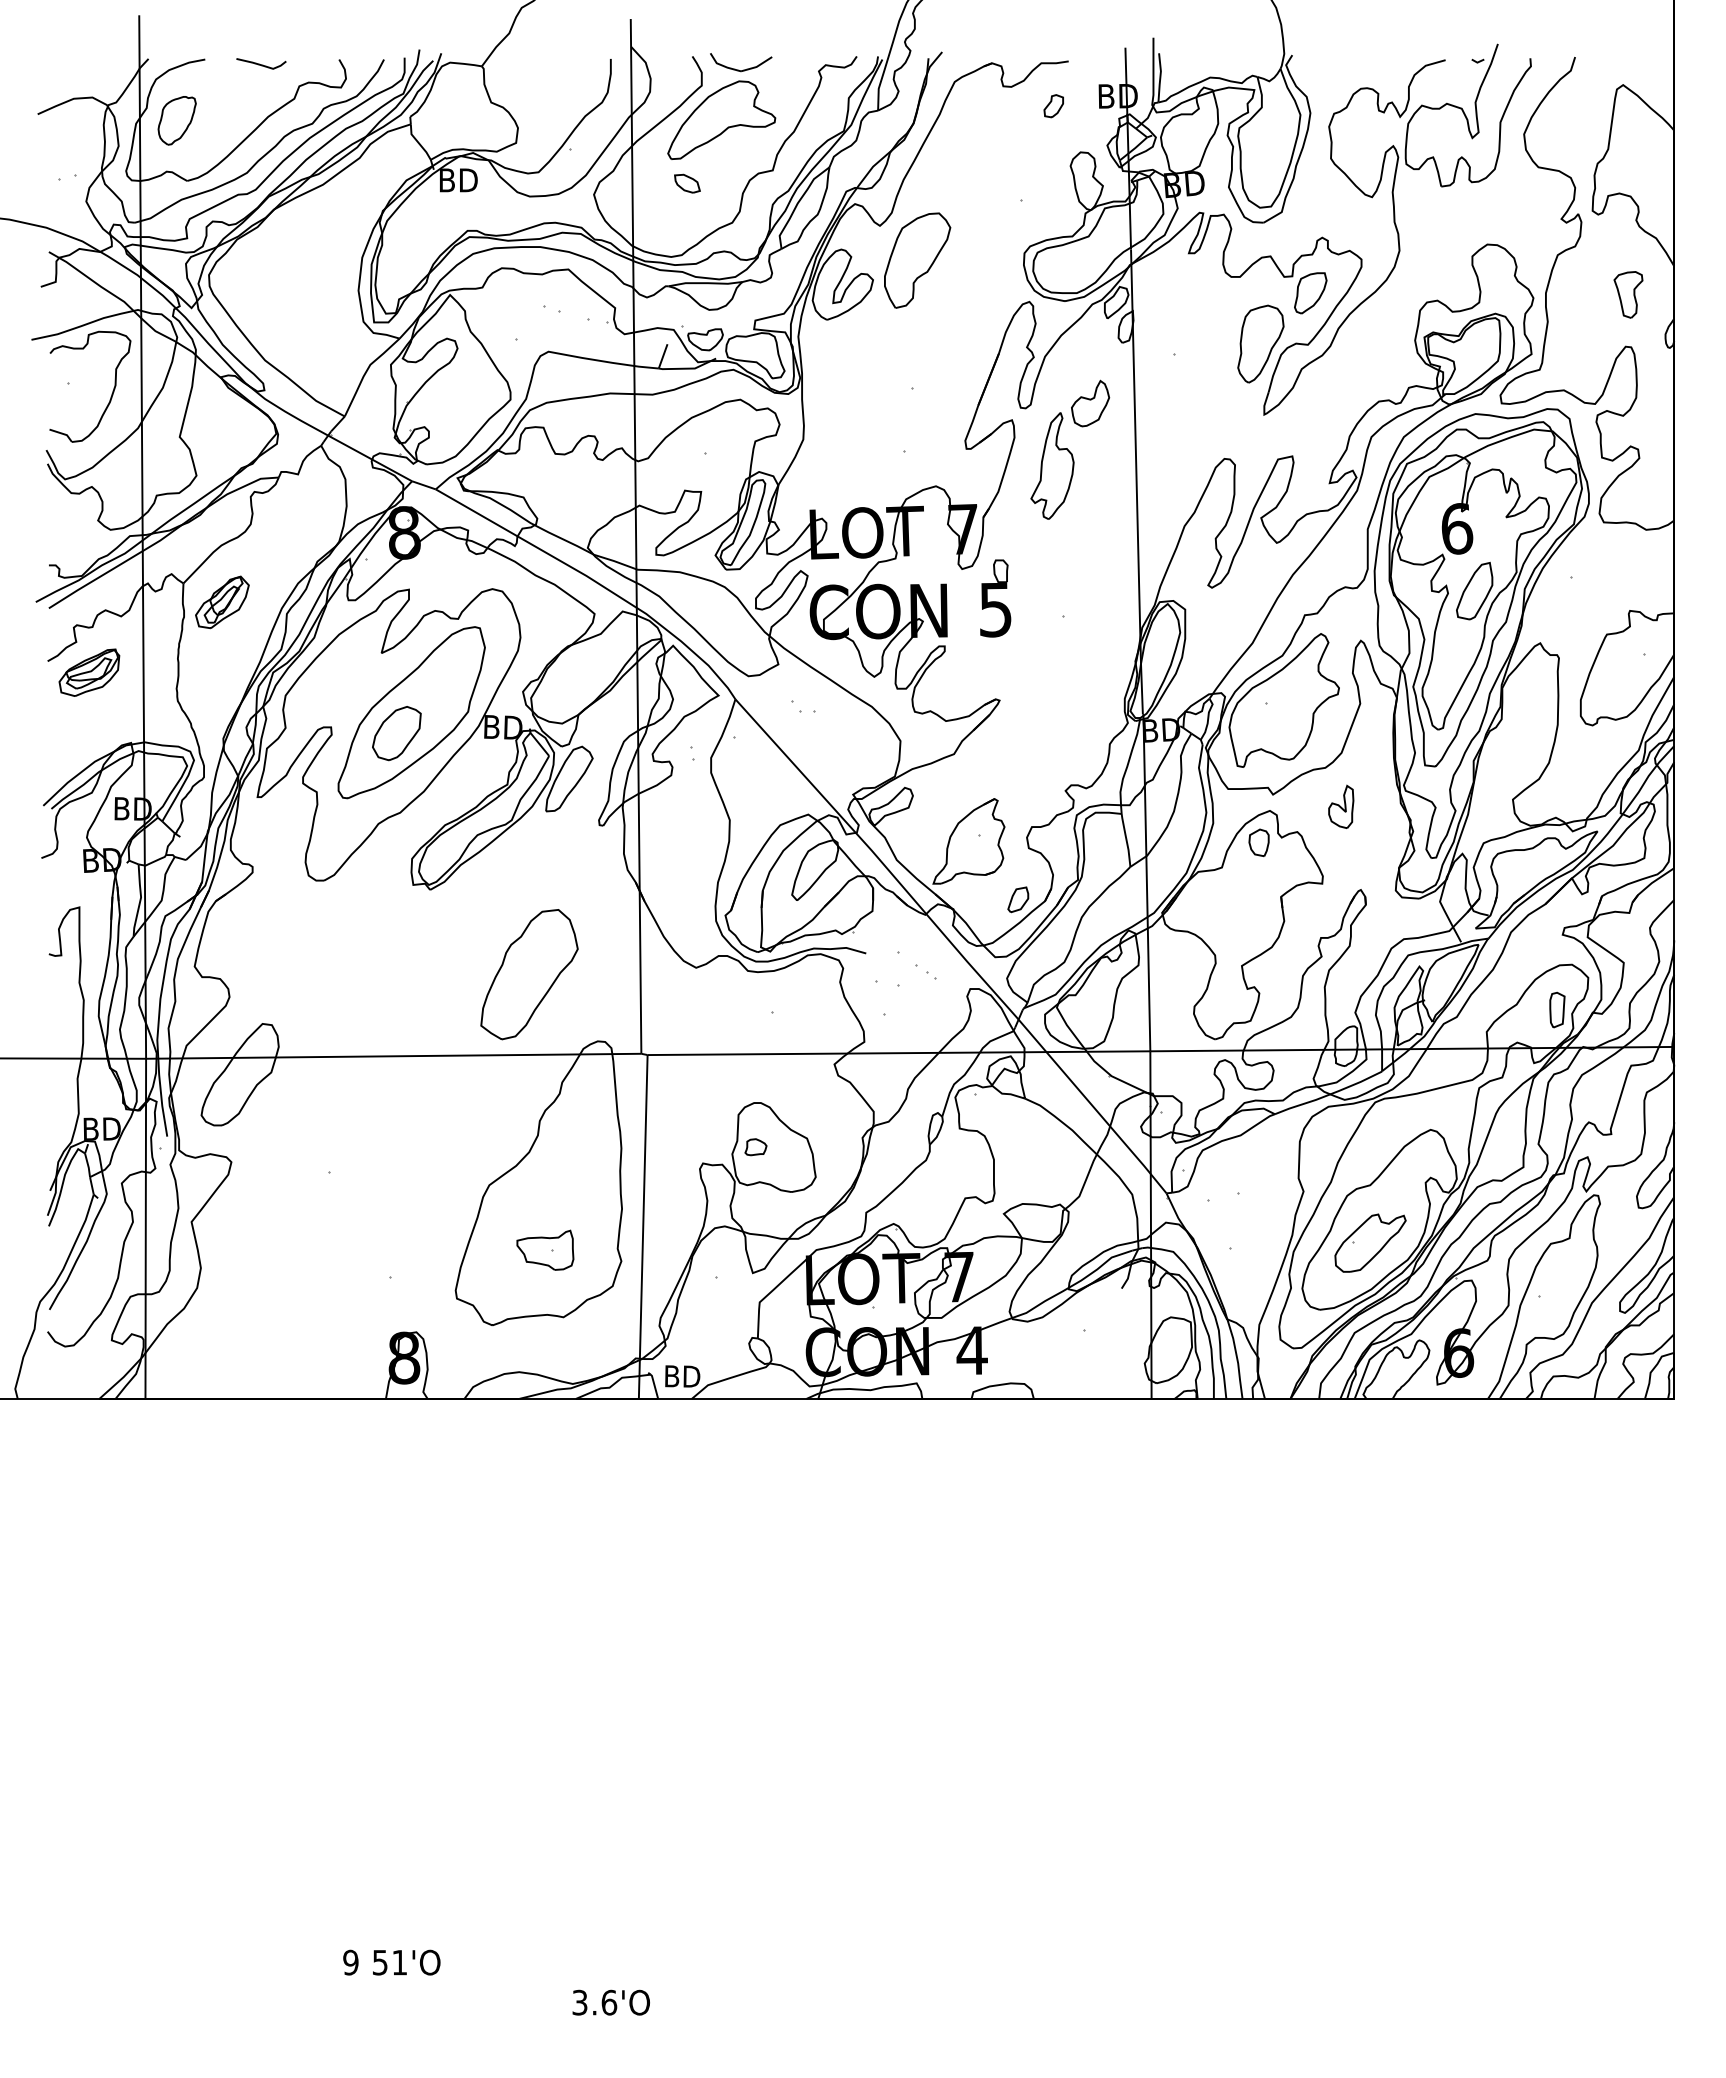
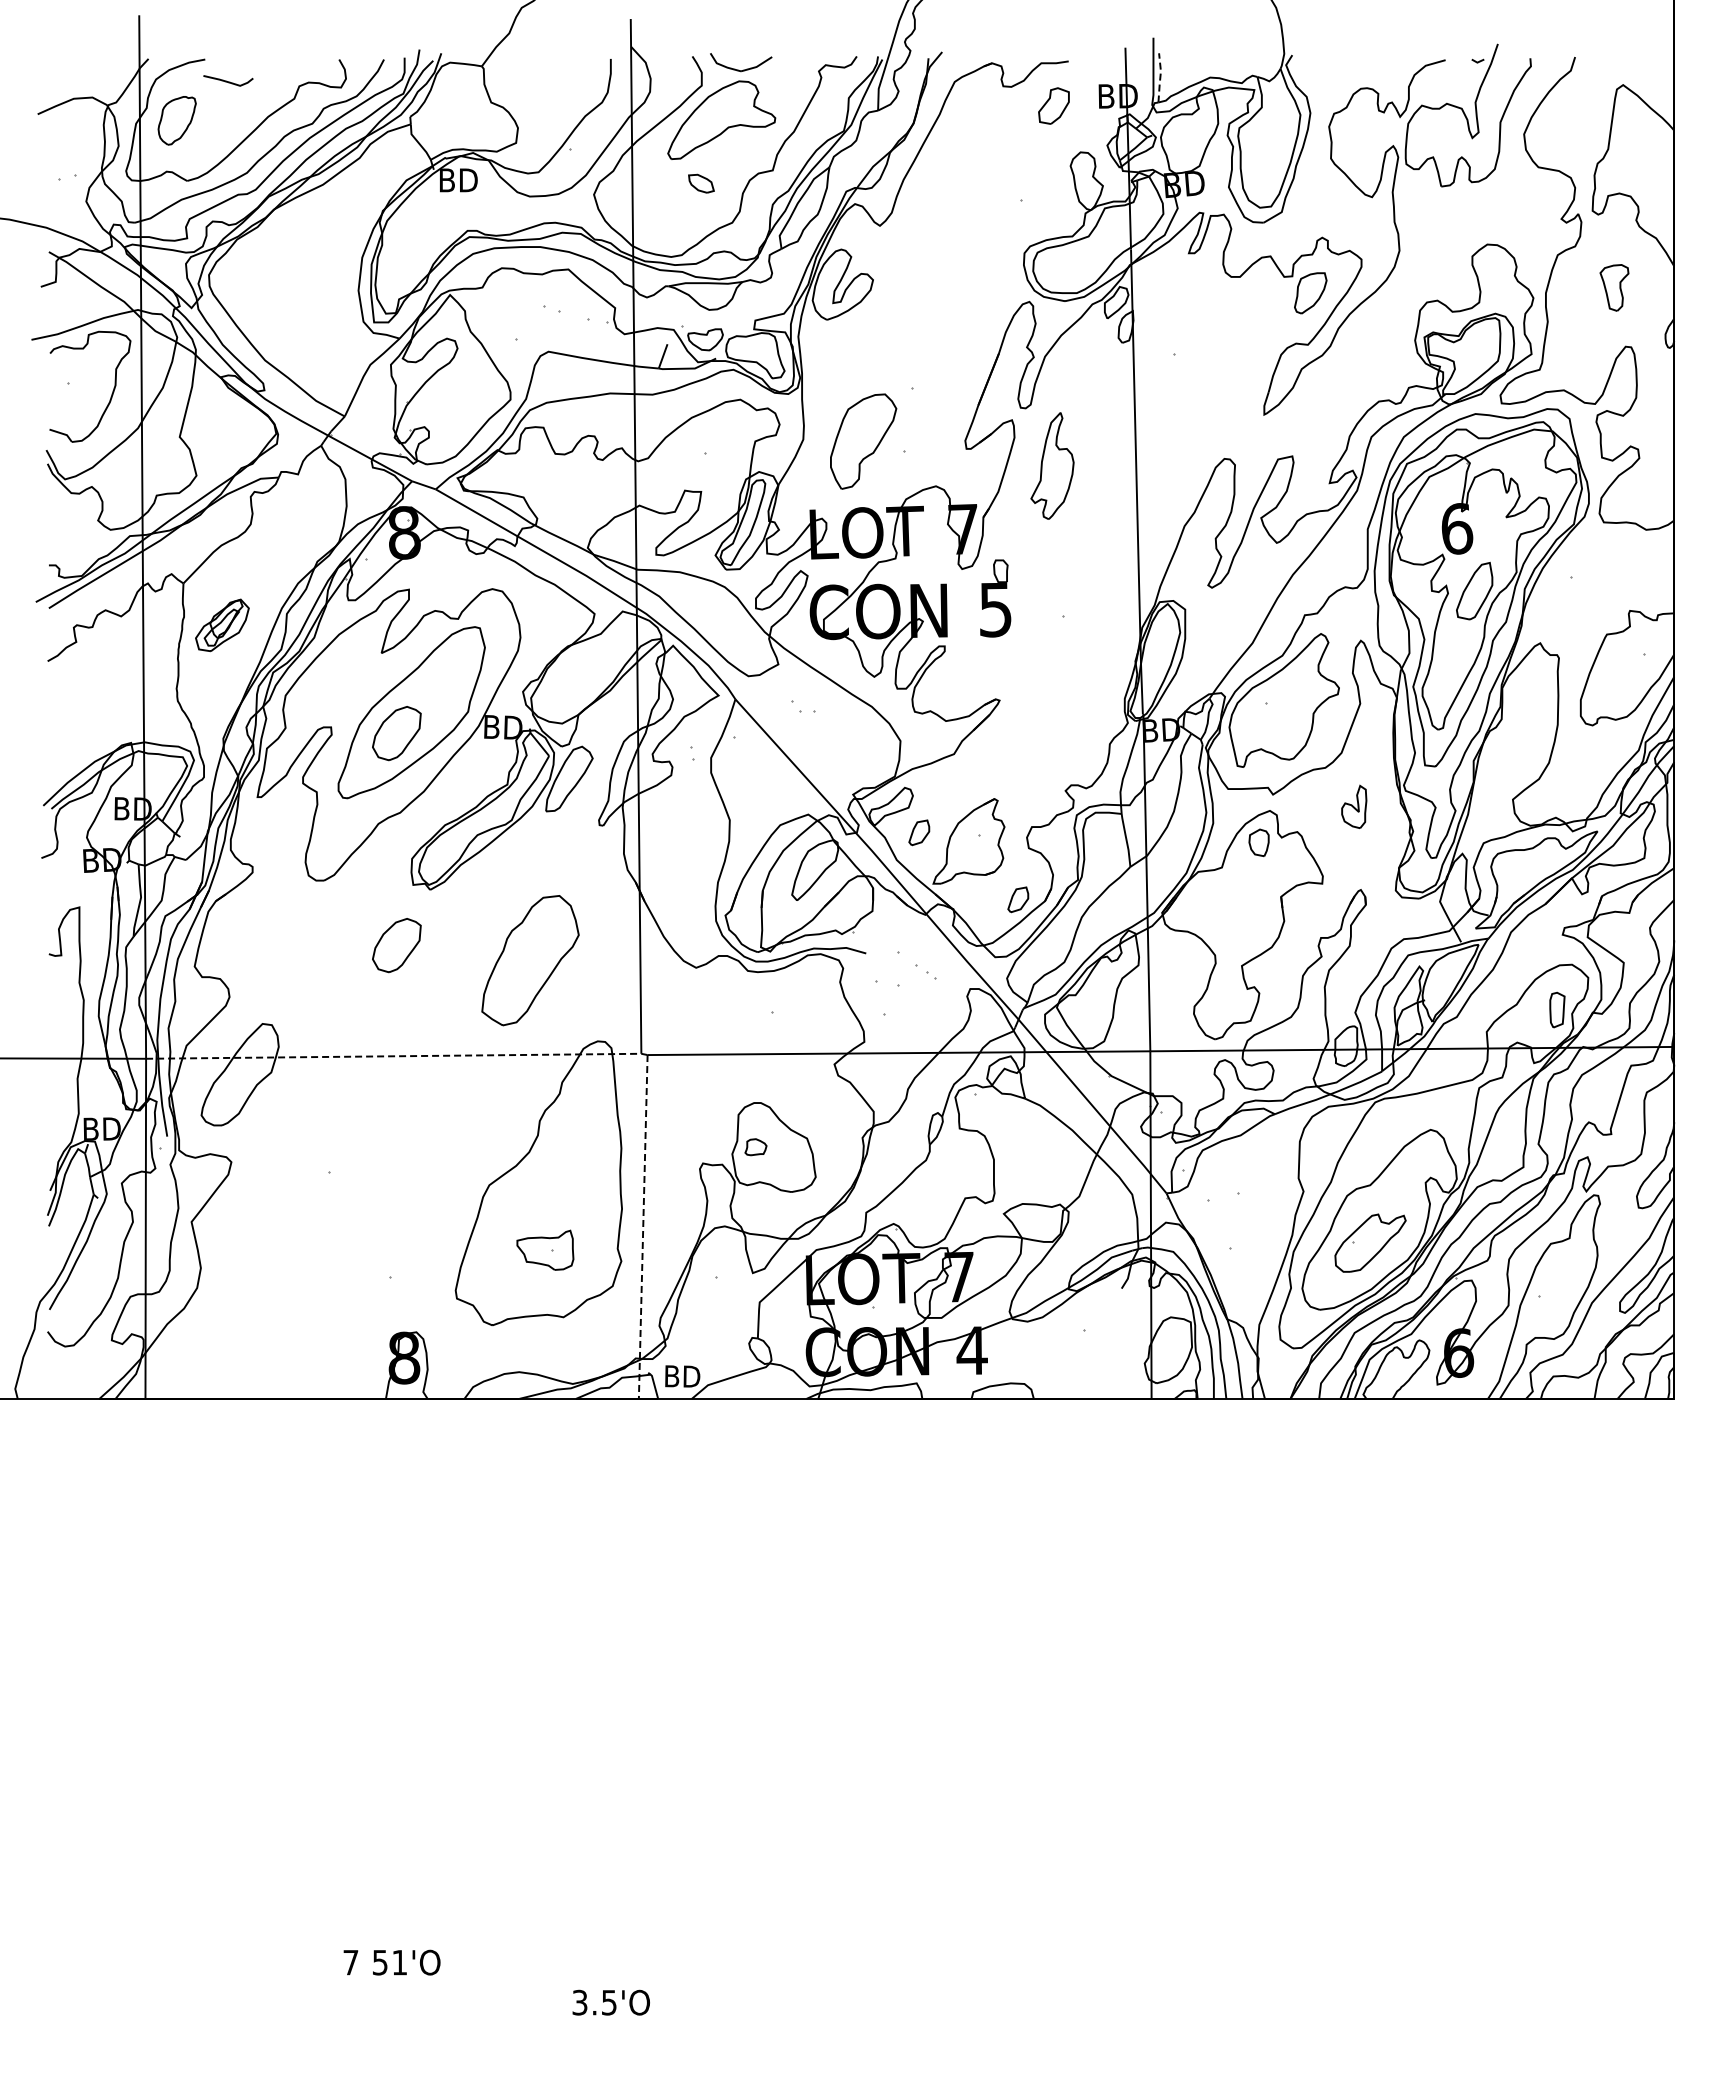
curve at (261, 64) position: (261, 64) -> (228, 81)
line at (1160, 77): solid -> dashed
part at (1053, 106) size: 21x25 px -> 32x38 px
part at (687, 183) position: (687, 183) -> (701, 183)
part at (917, 260) position: (917, 260) -> (863, 441)
part at (1628, 294) position: (1628, 294) -> (1614, 287)
part at (1260, 343): present -> none
part at (1090, 403): present -> none
part at (222, 602) position: (222, 602) -> (222, 625)
part at (89, 672): present -> none
part at (1341, 806) position: (1341, 806) -> (1354, 806)
part at (919, 832): none -> present
part at (396, 945): none -> present
part at (529, 974) position: (529, 974) -> (530, 960)
line at (393, 1056): solid -> dashed
line at (643, 1226): solid -> dashed
text at (350, 1962): 9 -> 7
text at (609, 2002): 3.6'O -> 3.5'O
